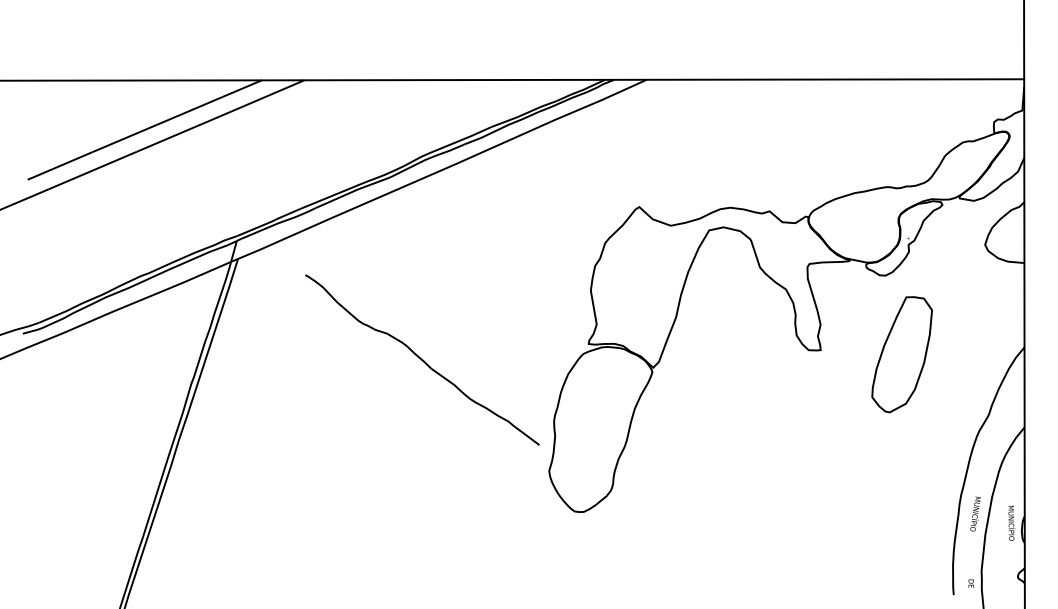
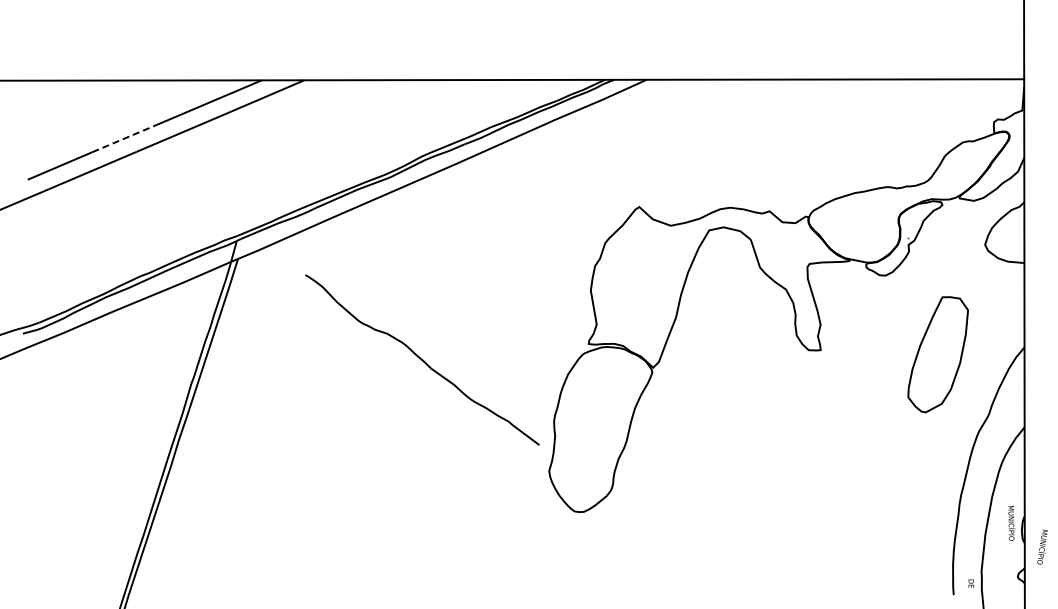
line at (125, 138): solid -> dashed
part at (901, 354) position: (901, 354) -> (937, 354)
text at (975, 513) position: (975, 513) -> (1042, 546)
